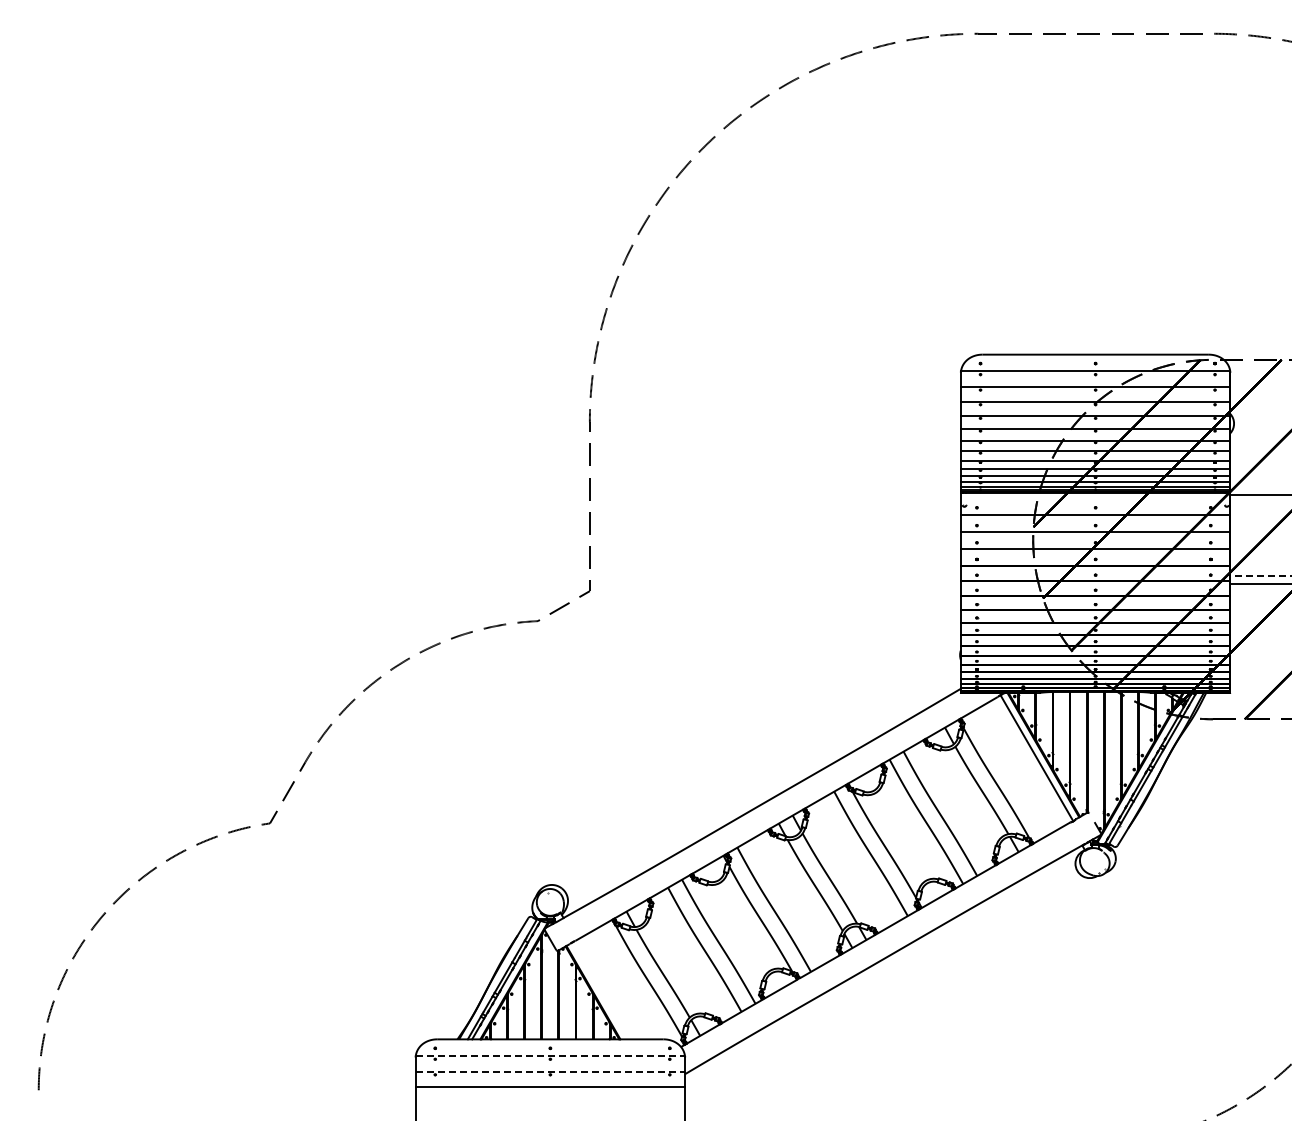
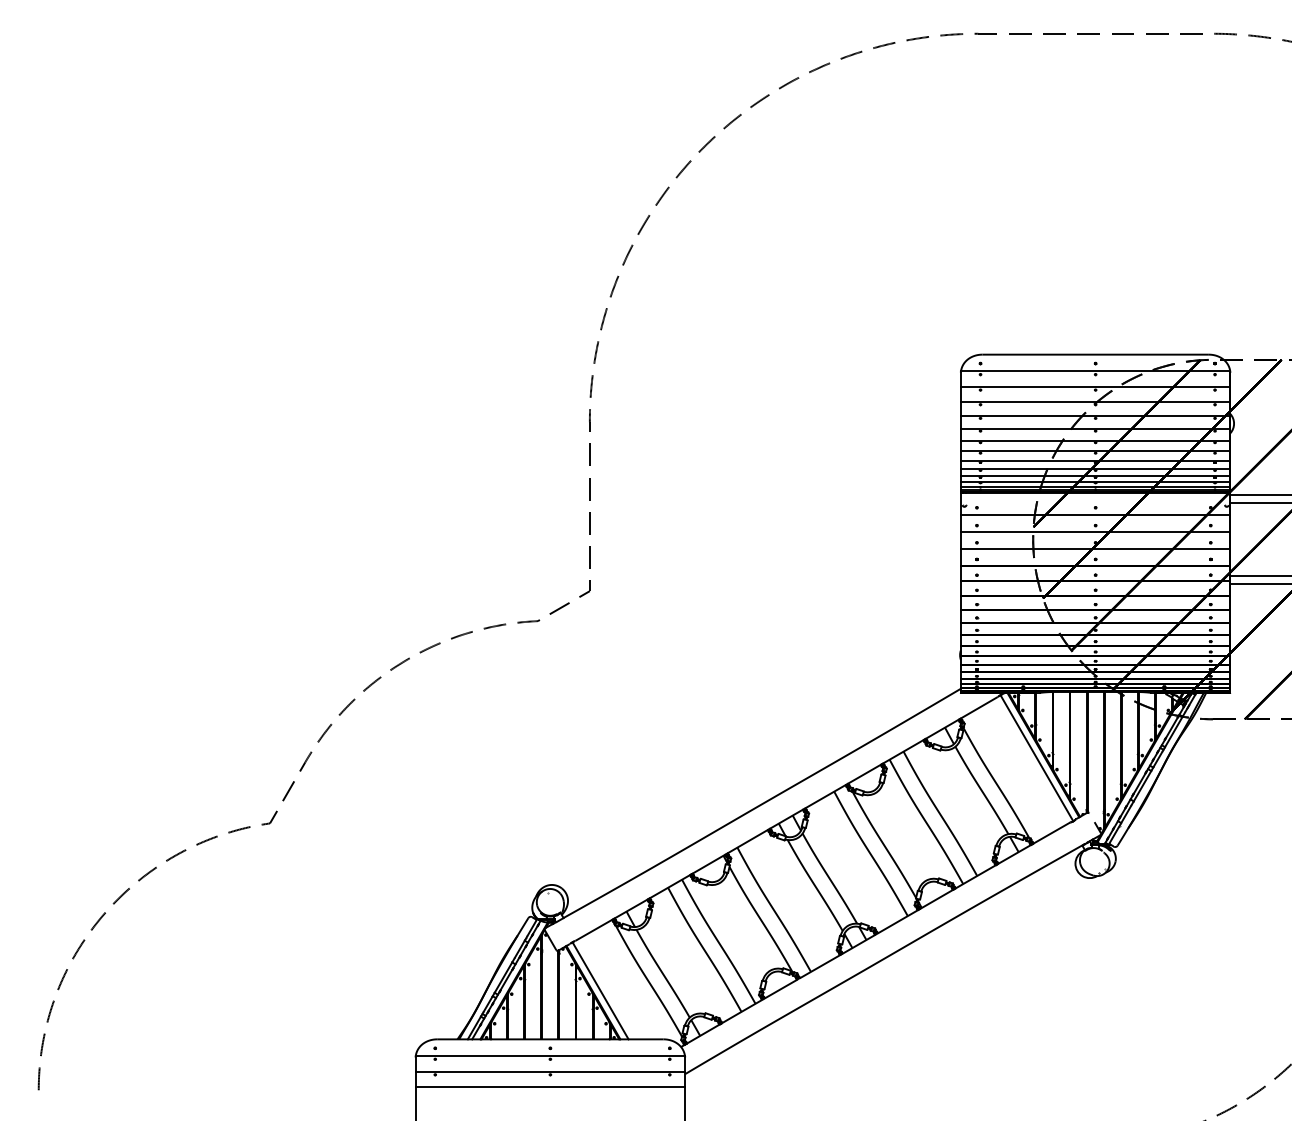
line at (1259, 502): none -> present
line at (1260, 576): dashed -> solid
line at (600, 990): none -> present
line at (550, 1056): dashed -> solid
line at (550, 1071): dashed -> solid
